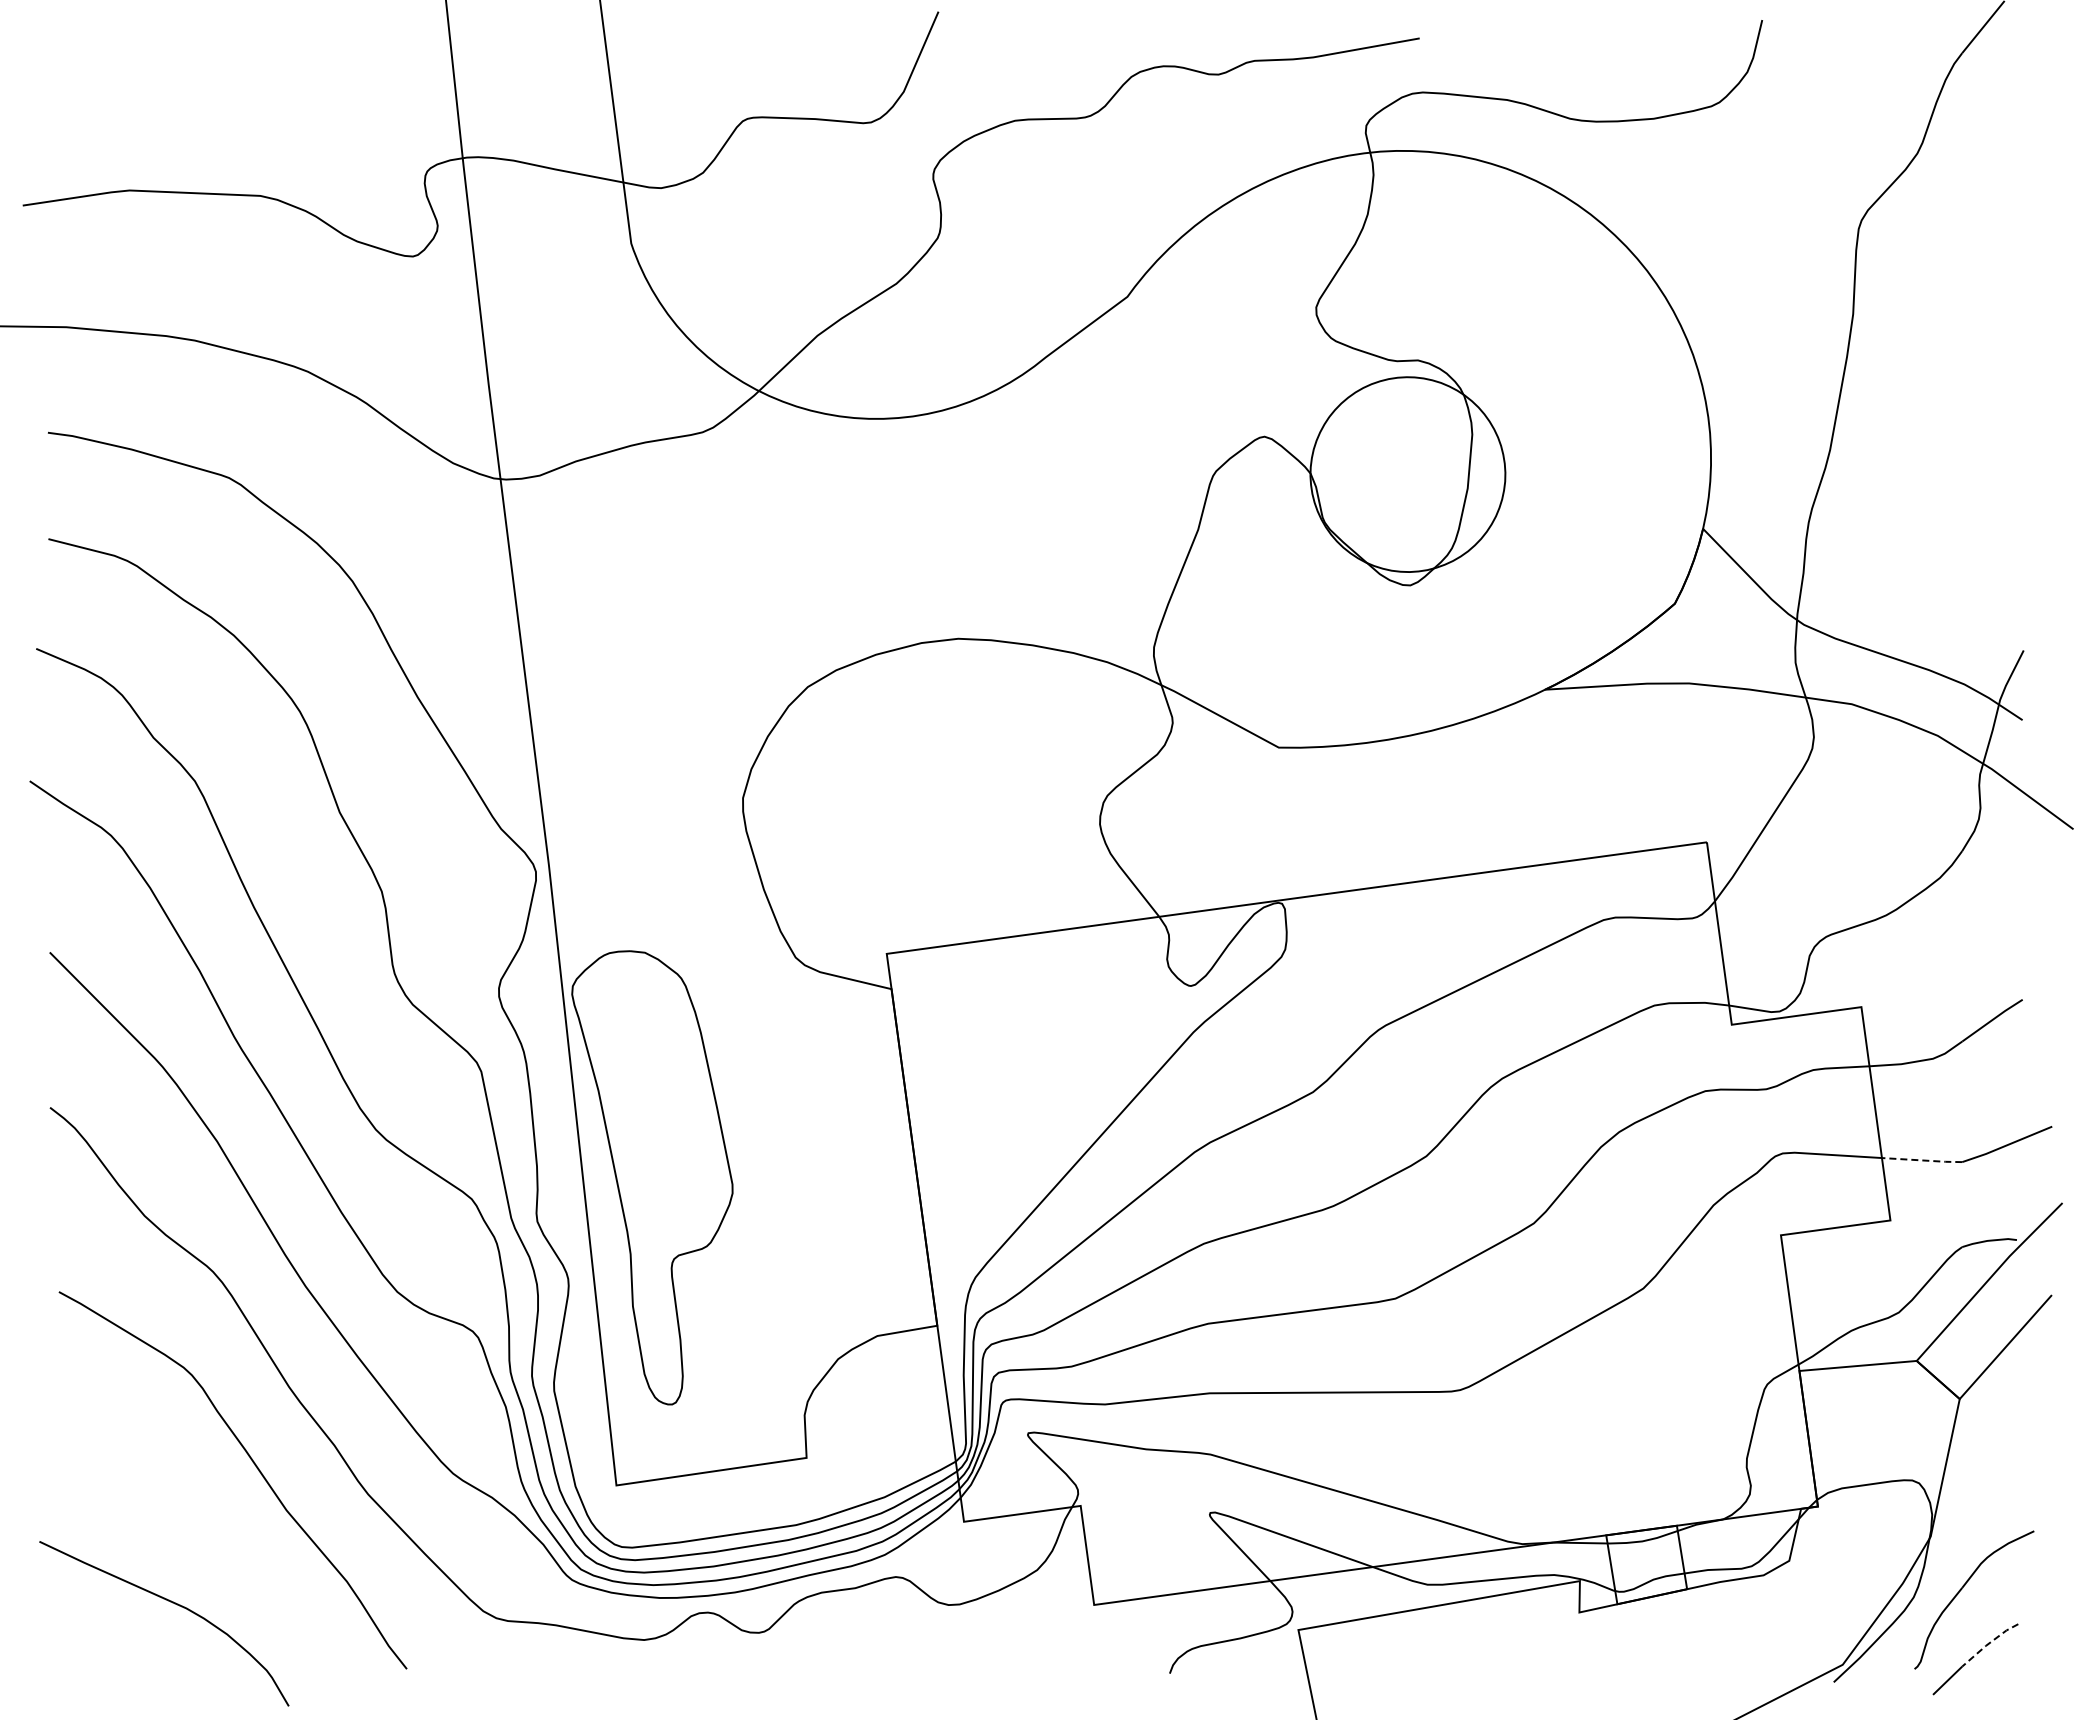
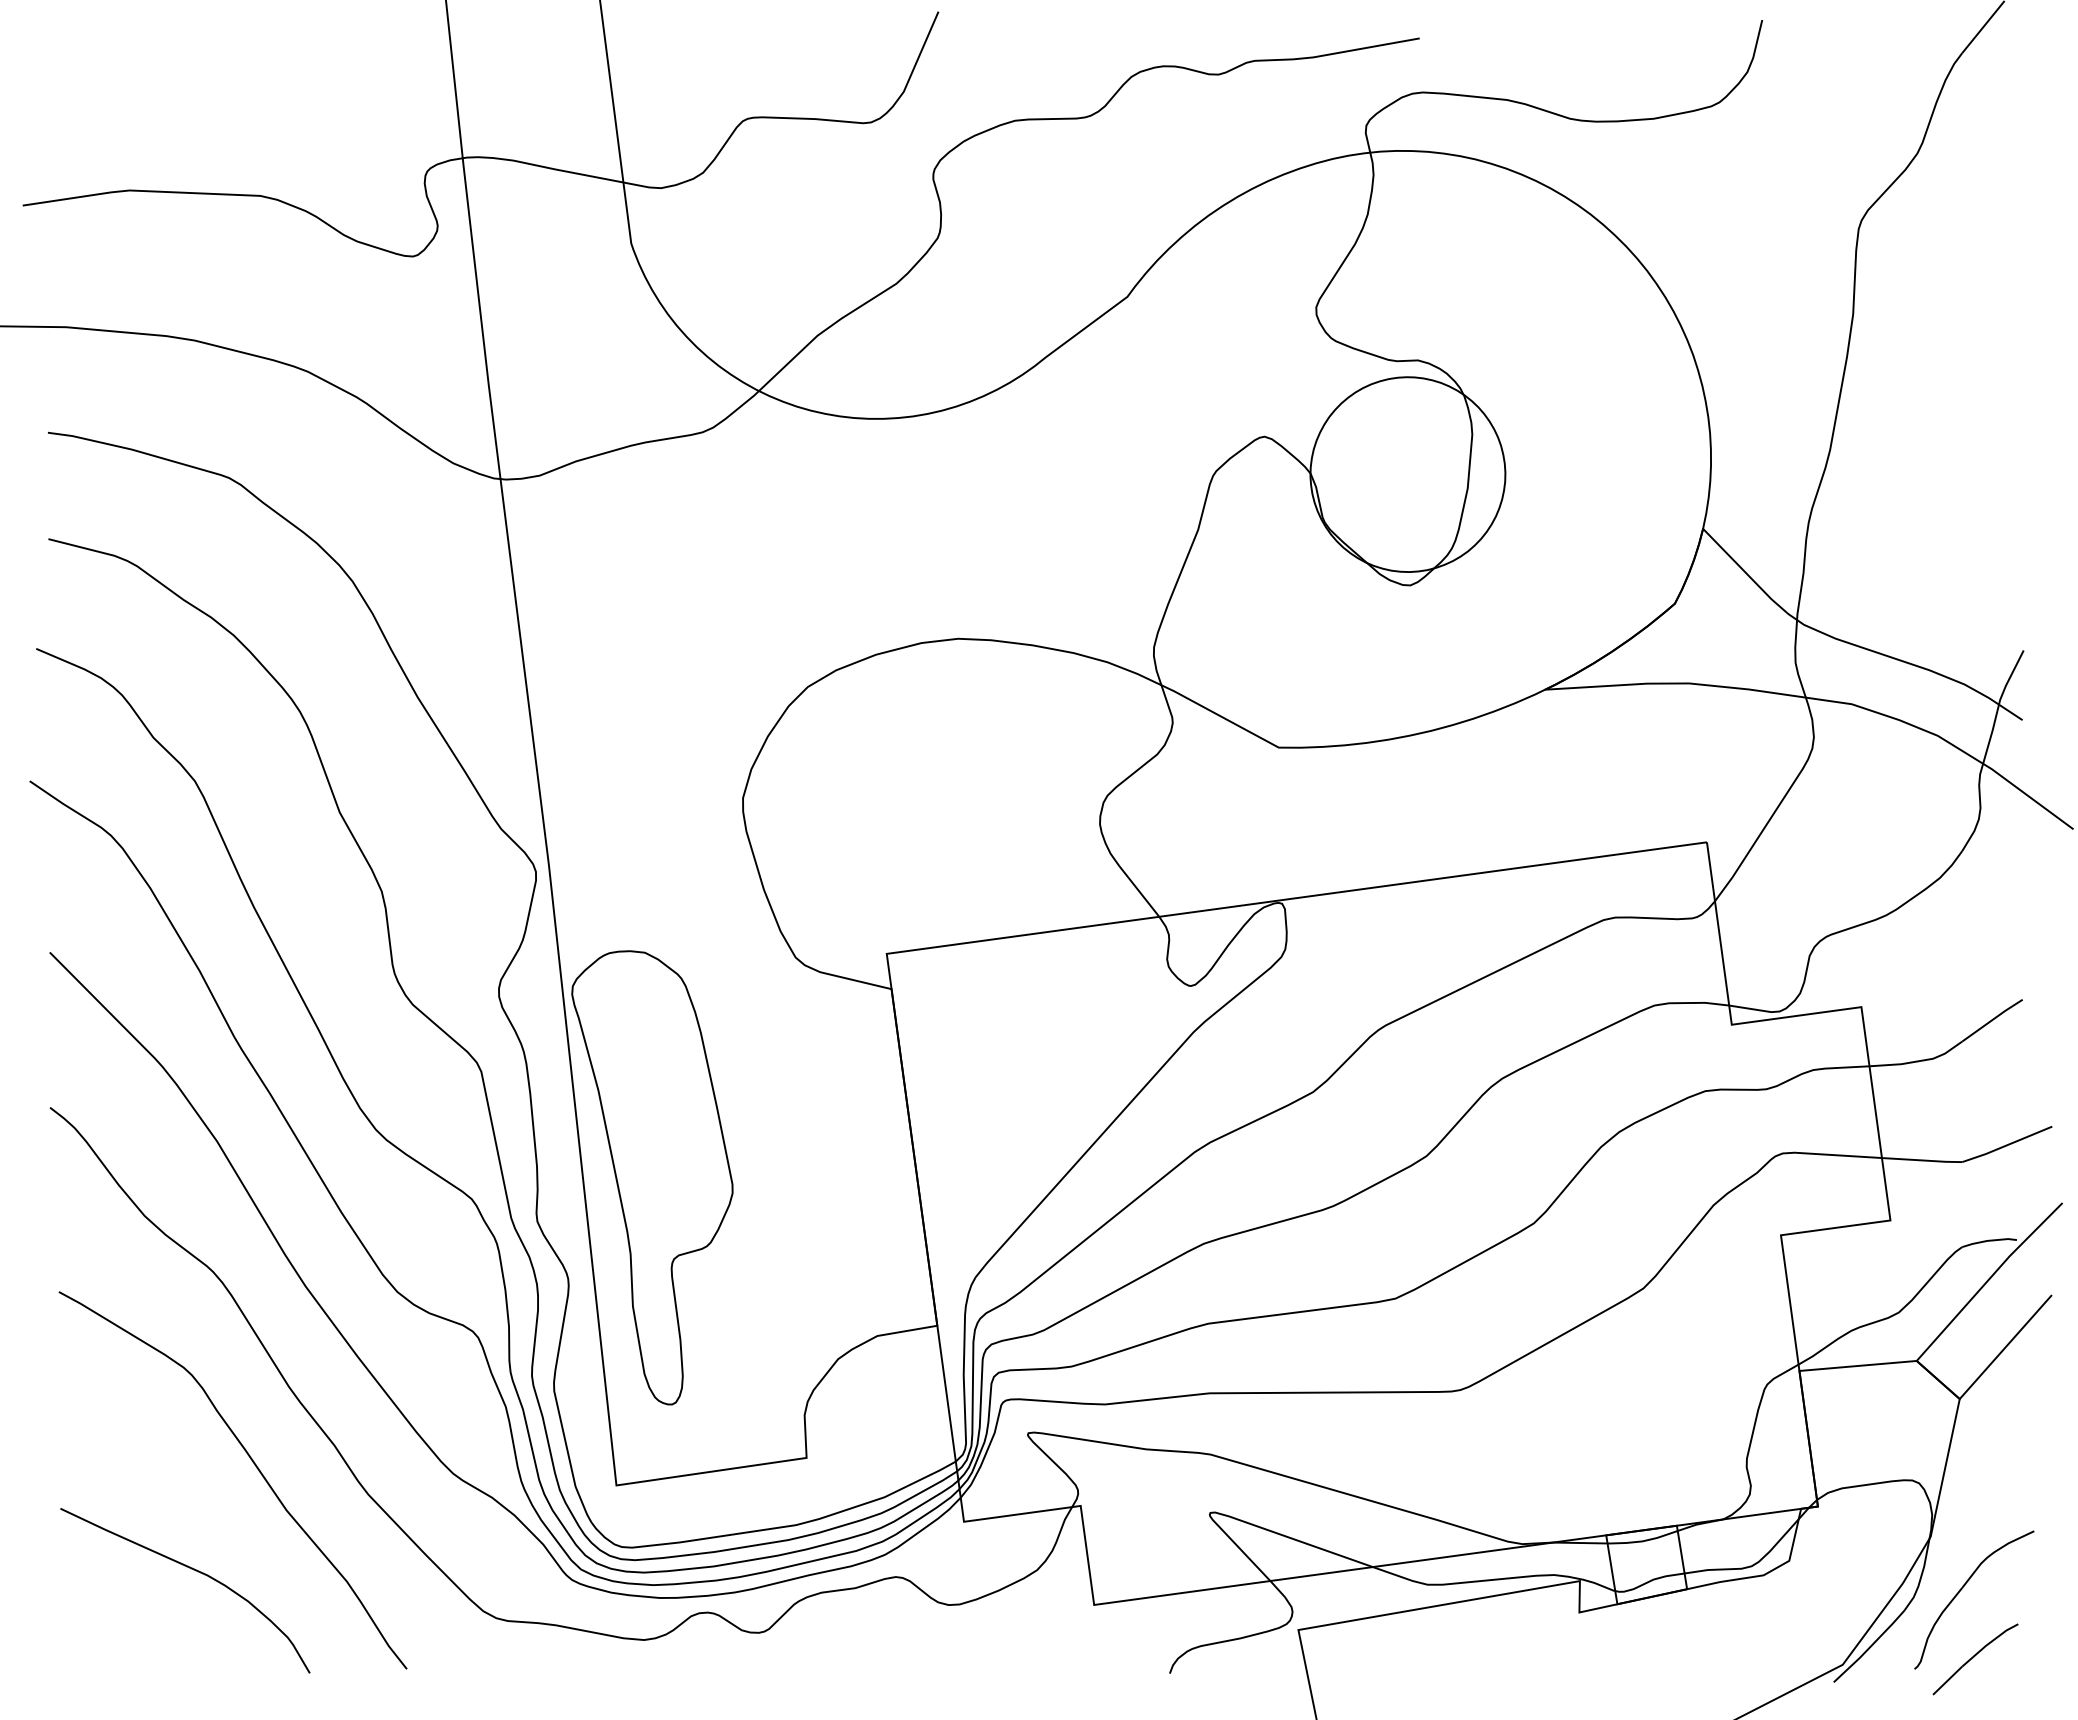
line at (1922, 1160): dashed -> solid
curve at (174, 1604) position: (174, 1604) -> (195, 1571)
line at (1989, 1643): dashed -> solid
